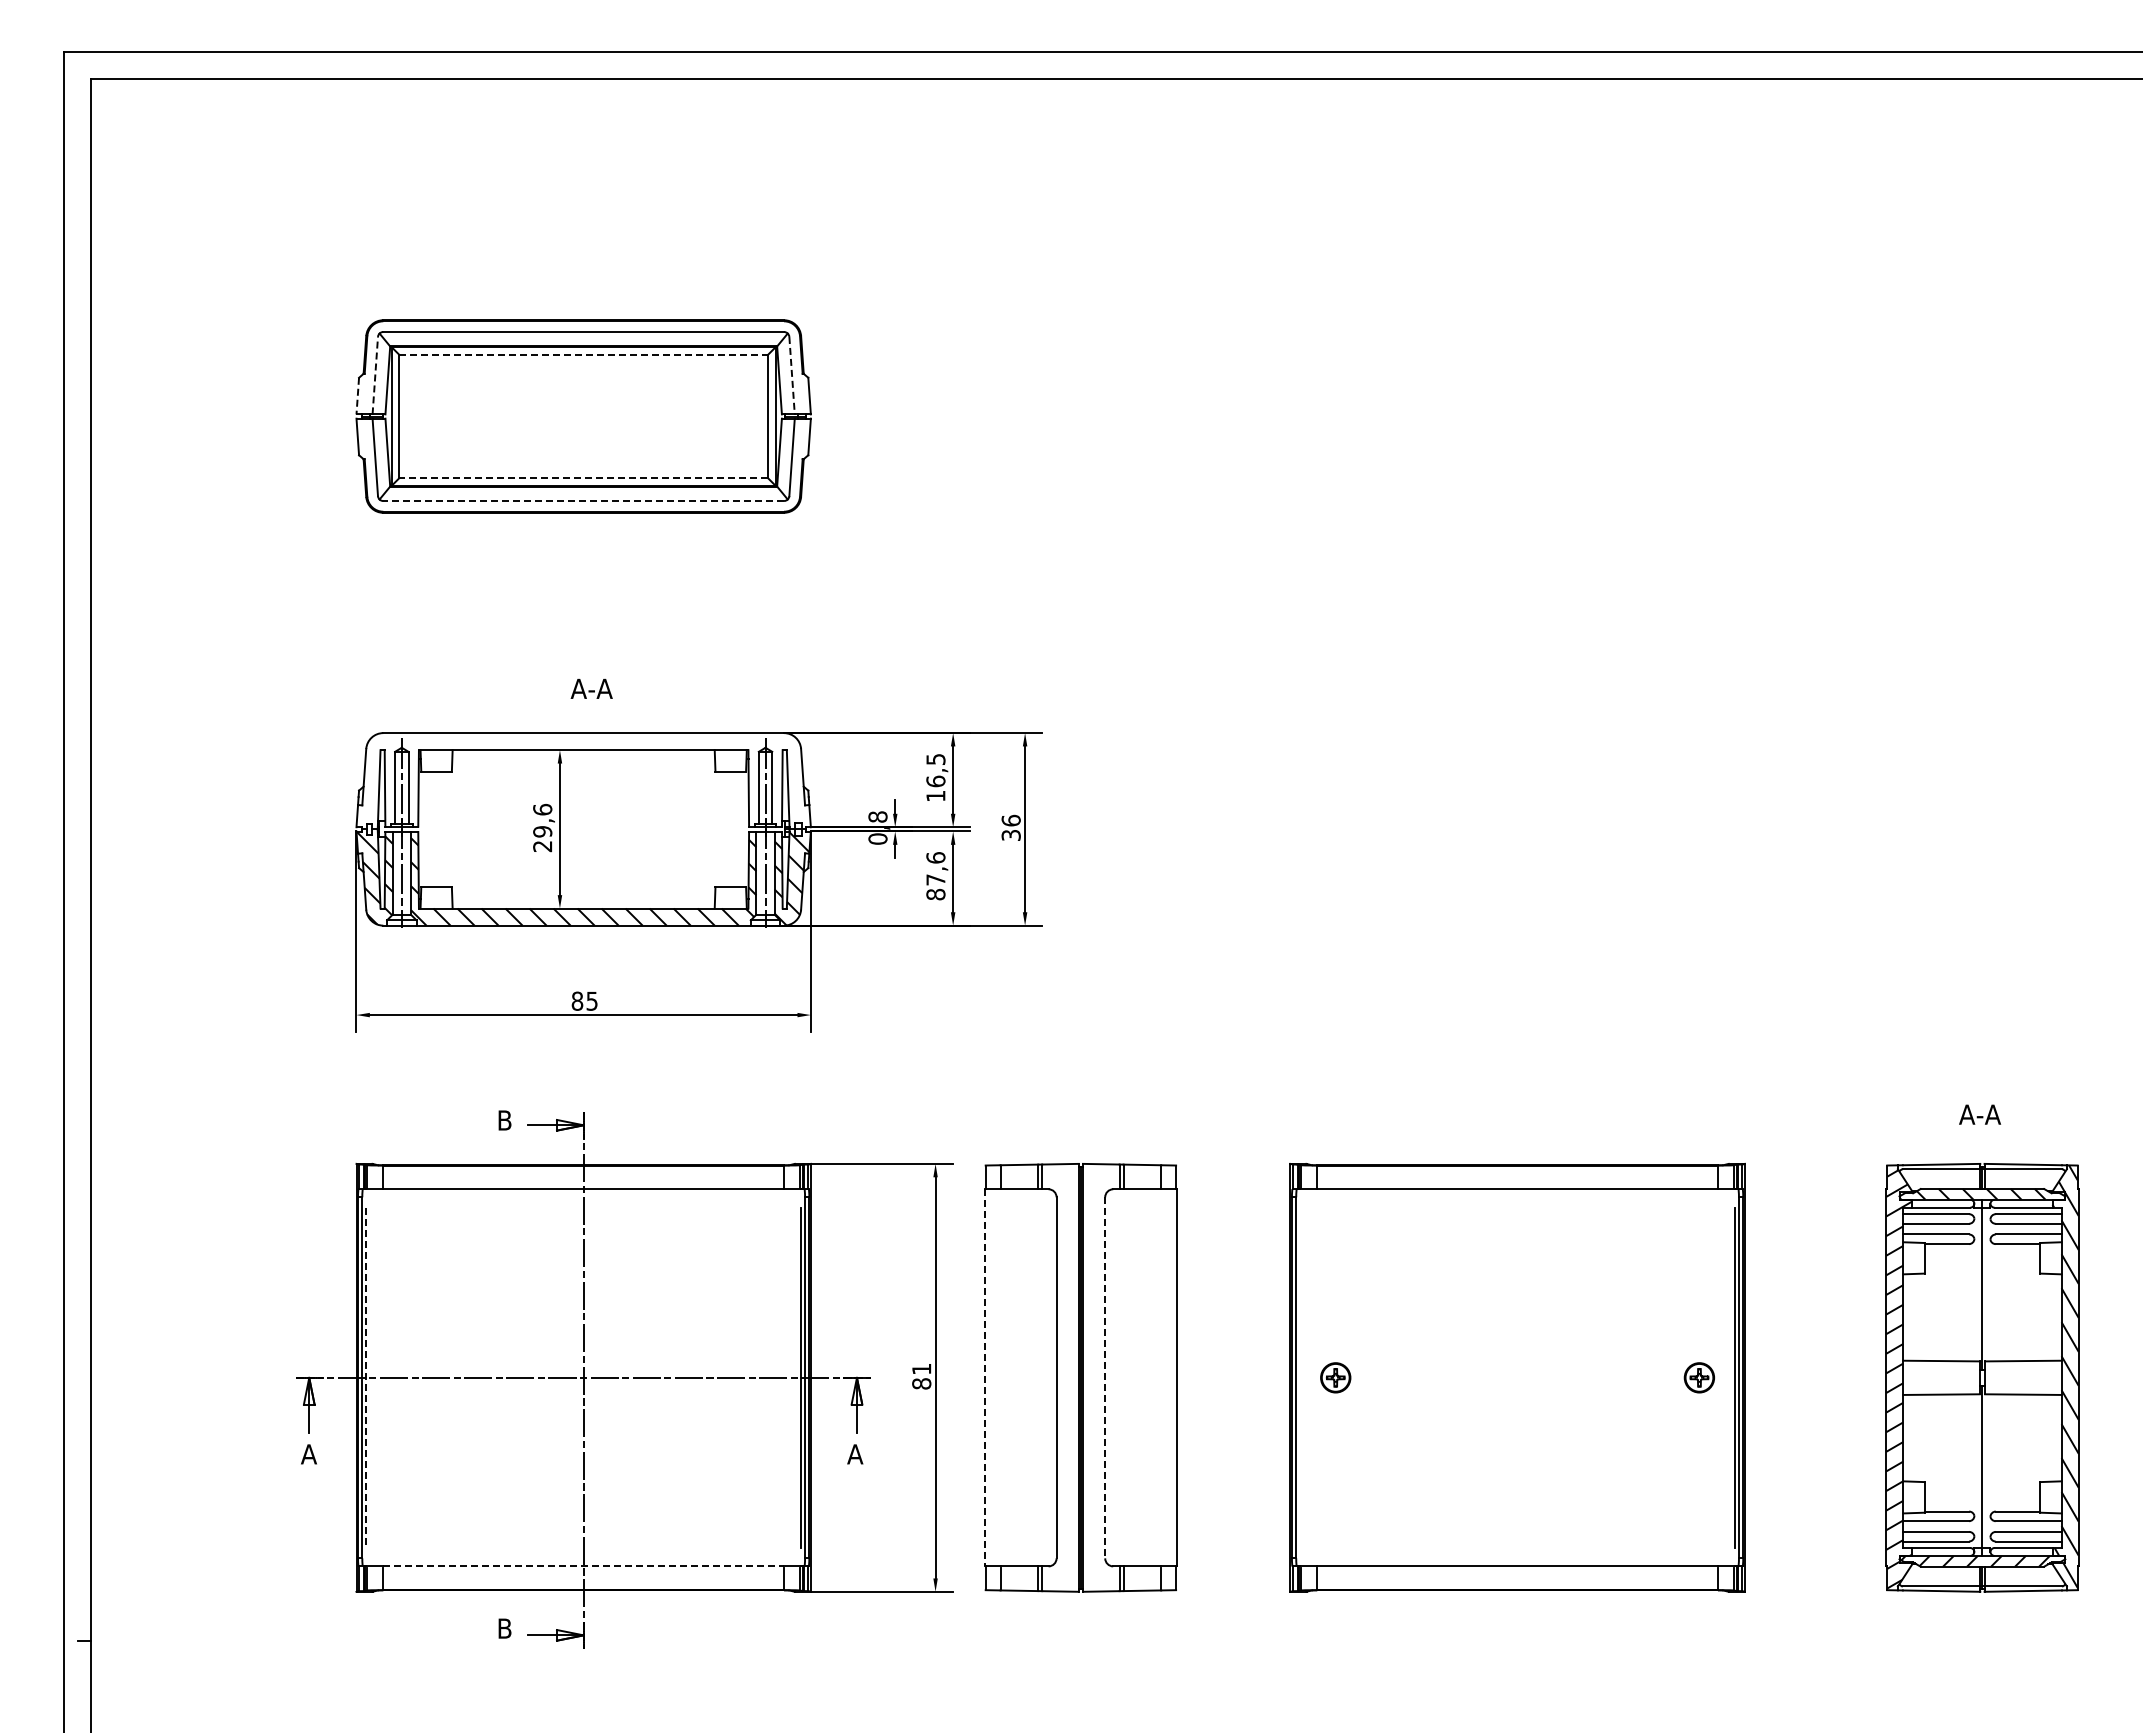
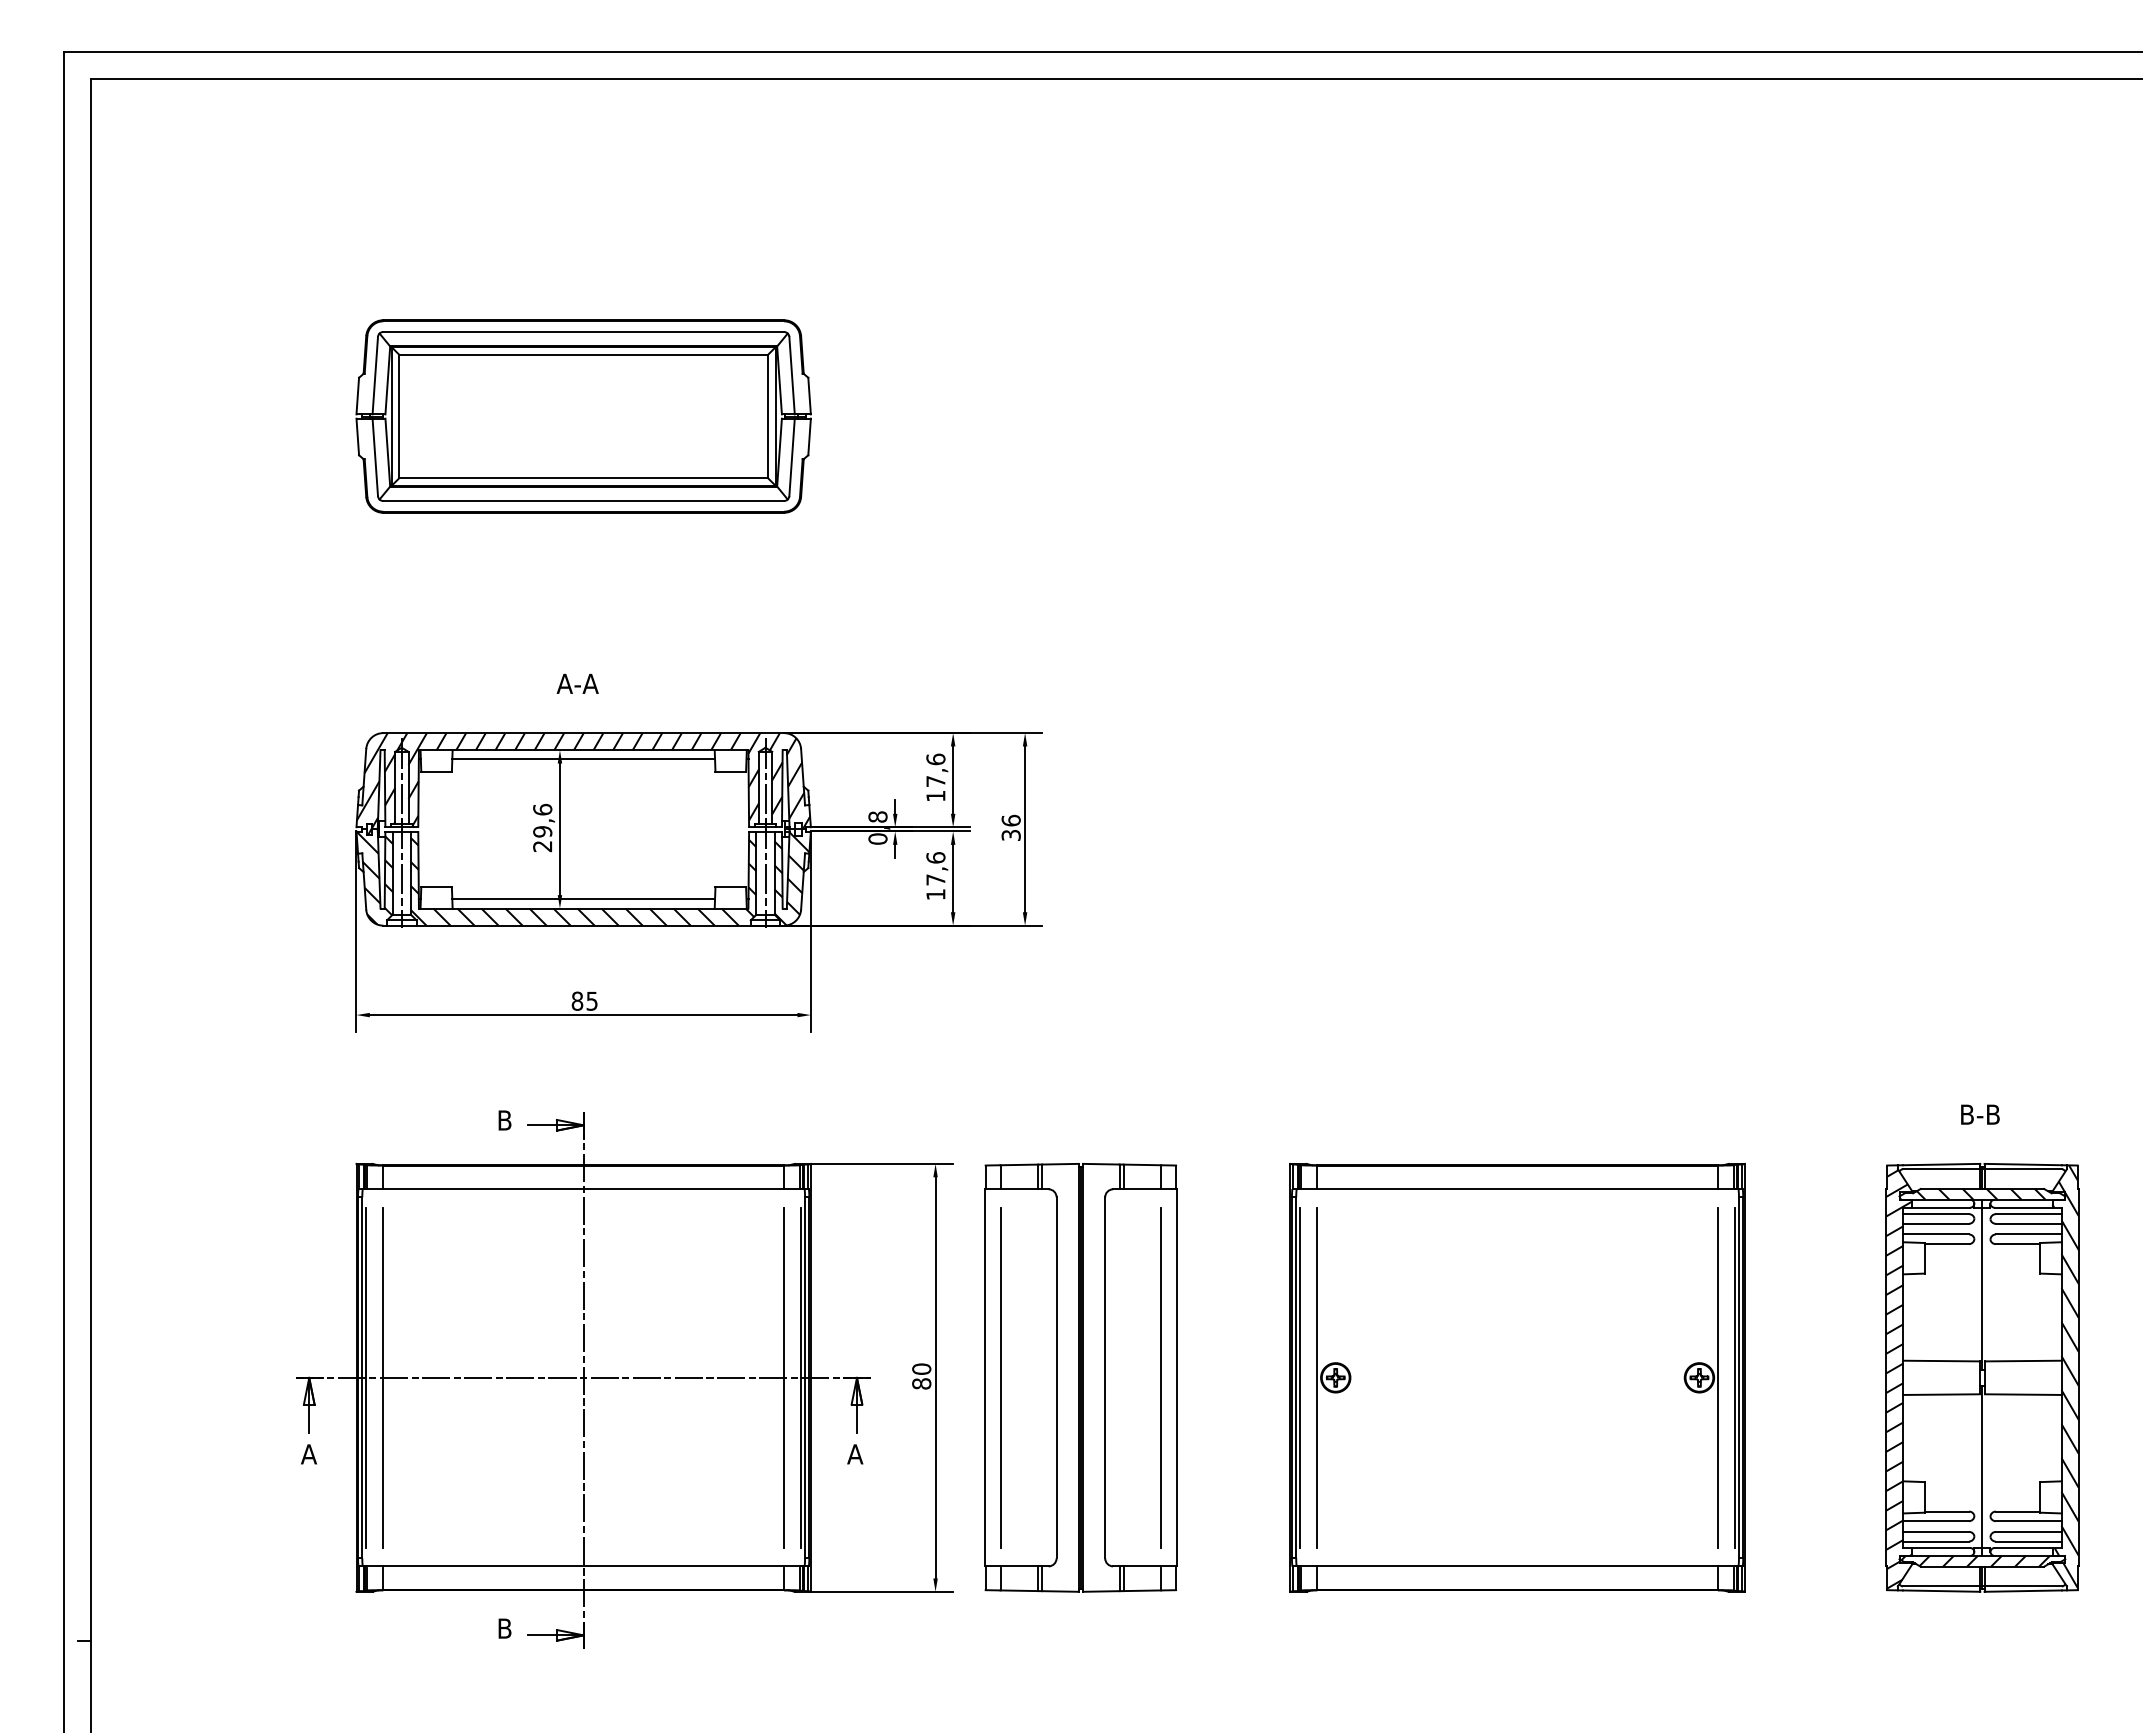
line at (584, 354): dashed -> solid
line at (375, 375): dashed -> solid
line at (792, 375): dashed -> solid
line at (357, 396): dashed -> solid
line at (583, 478): dashed -> solid
line at (583, 501): dashed -> solid
text at (591, 688) position: (591, 688) -> (577, 683)
line at (583, 759): none -> present
text at (935, 770): 16,5 -> 17,6
hatch at (583, 783): none -> present
text at (935, 894): 87,6 -> 17,6
line at (583, 899): none -> present
text at (1980, 1114): A-A -> B-B
text at (921, 1368): 81 -> 80
line at (366, 1377): dashed -> solid
line at (383, 1377): none -> present
line at (784, 1377): none -> present
line at (984, 1377): dashed -> solid
line at (1000, 1377): none -> present
line at (1105, 1377): dashed -> solid
line at (1161, 1377): none -> present
line at (1300, 1377): none -> present
line at (1317, 1377): none -> present
line at (1717, 1377): none -> present
line at (584, 1566): dashed -> solid
